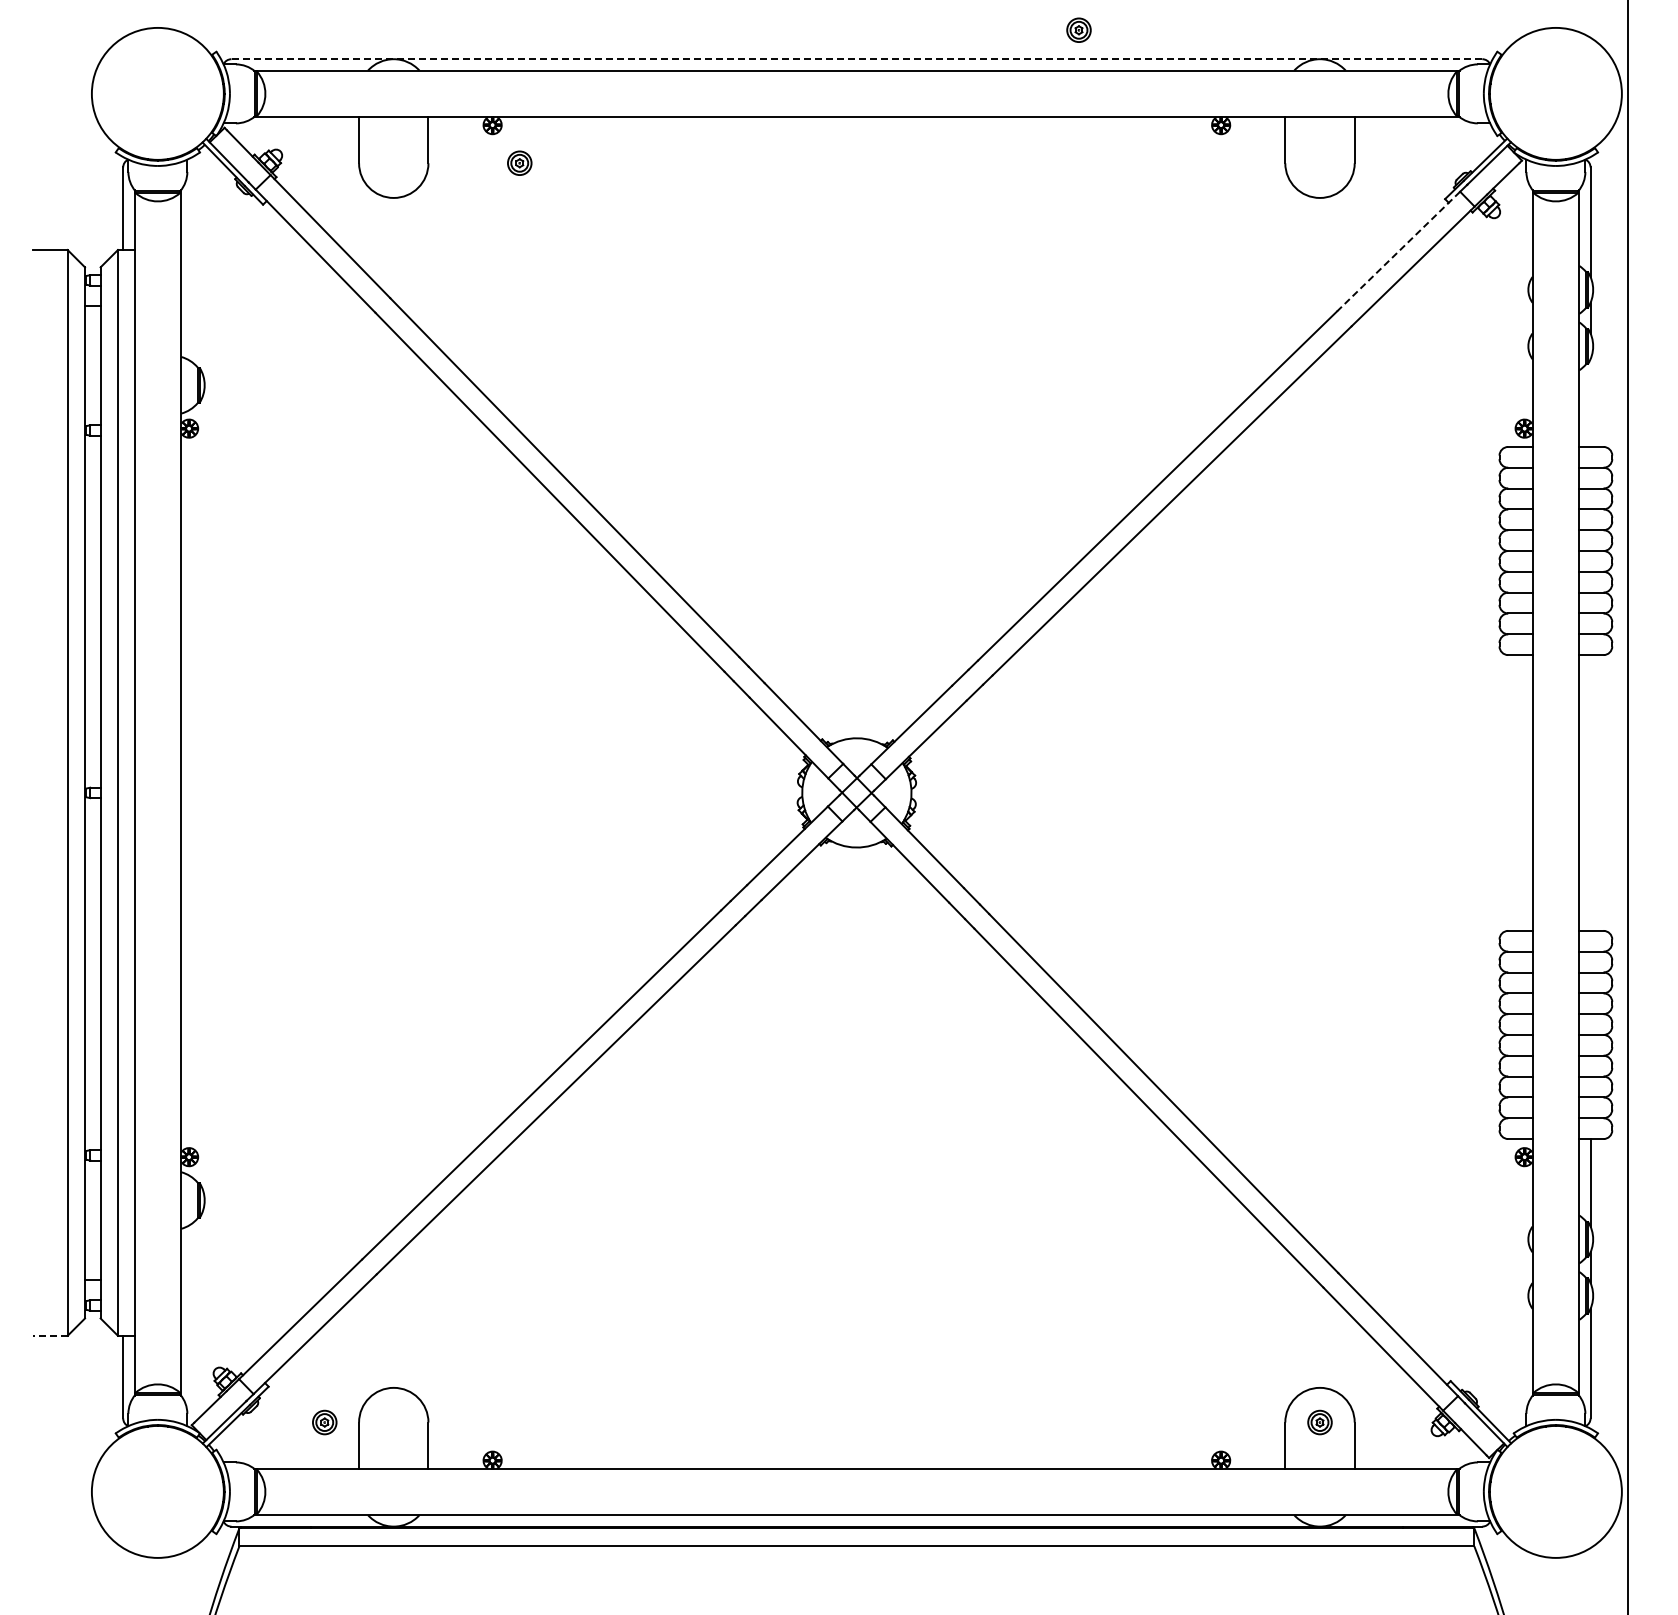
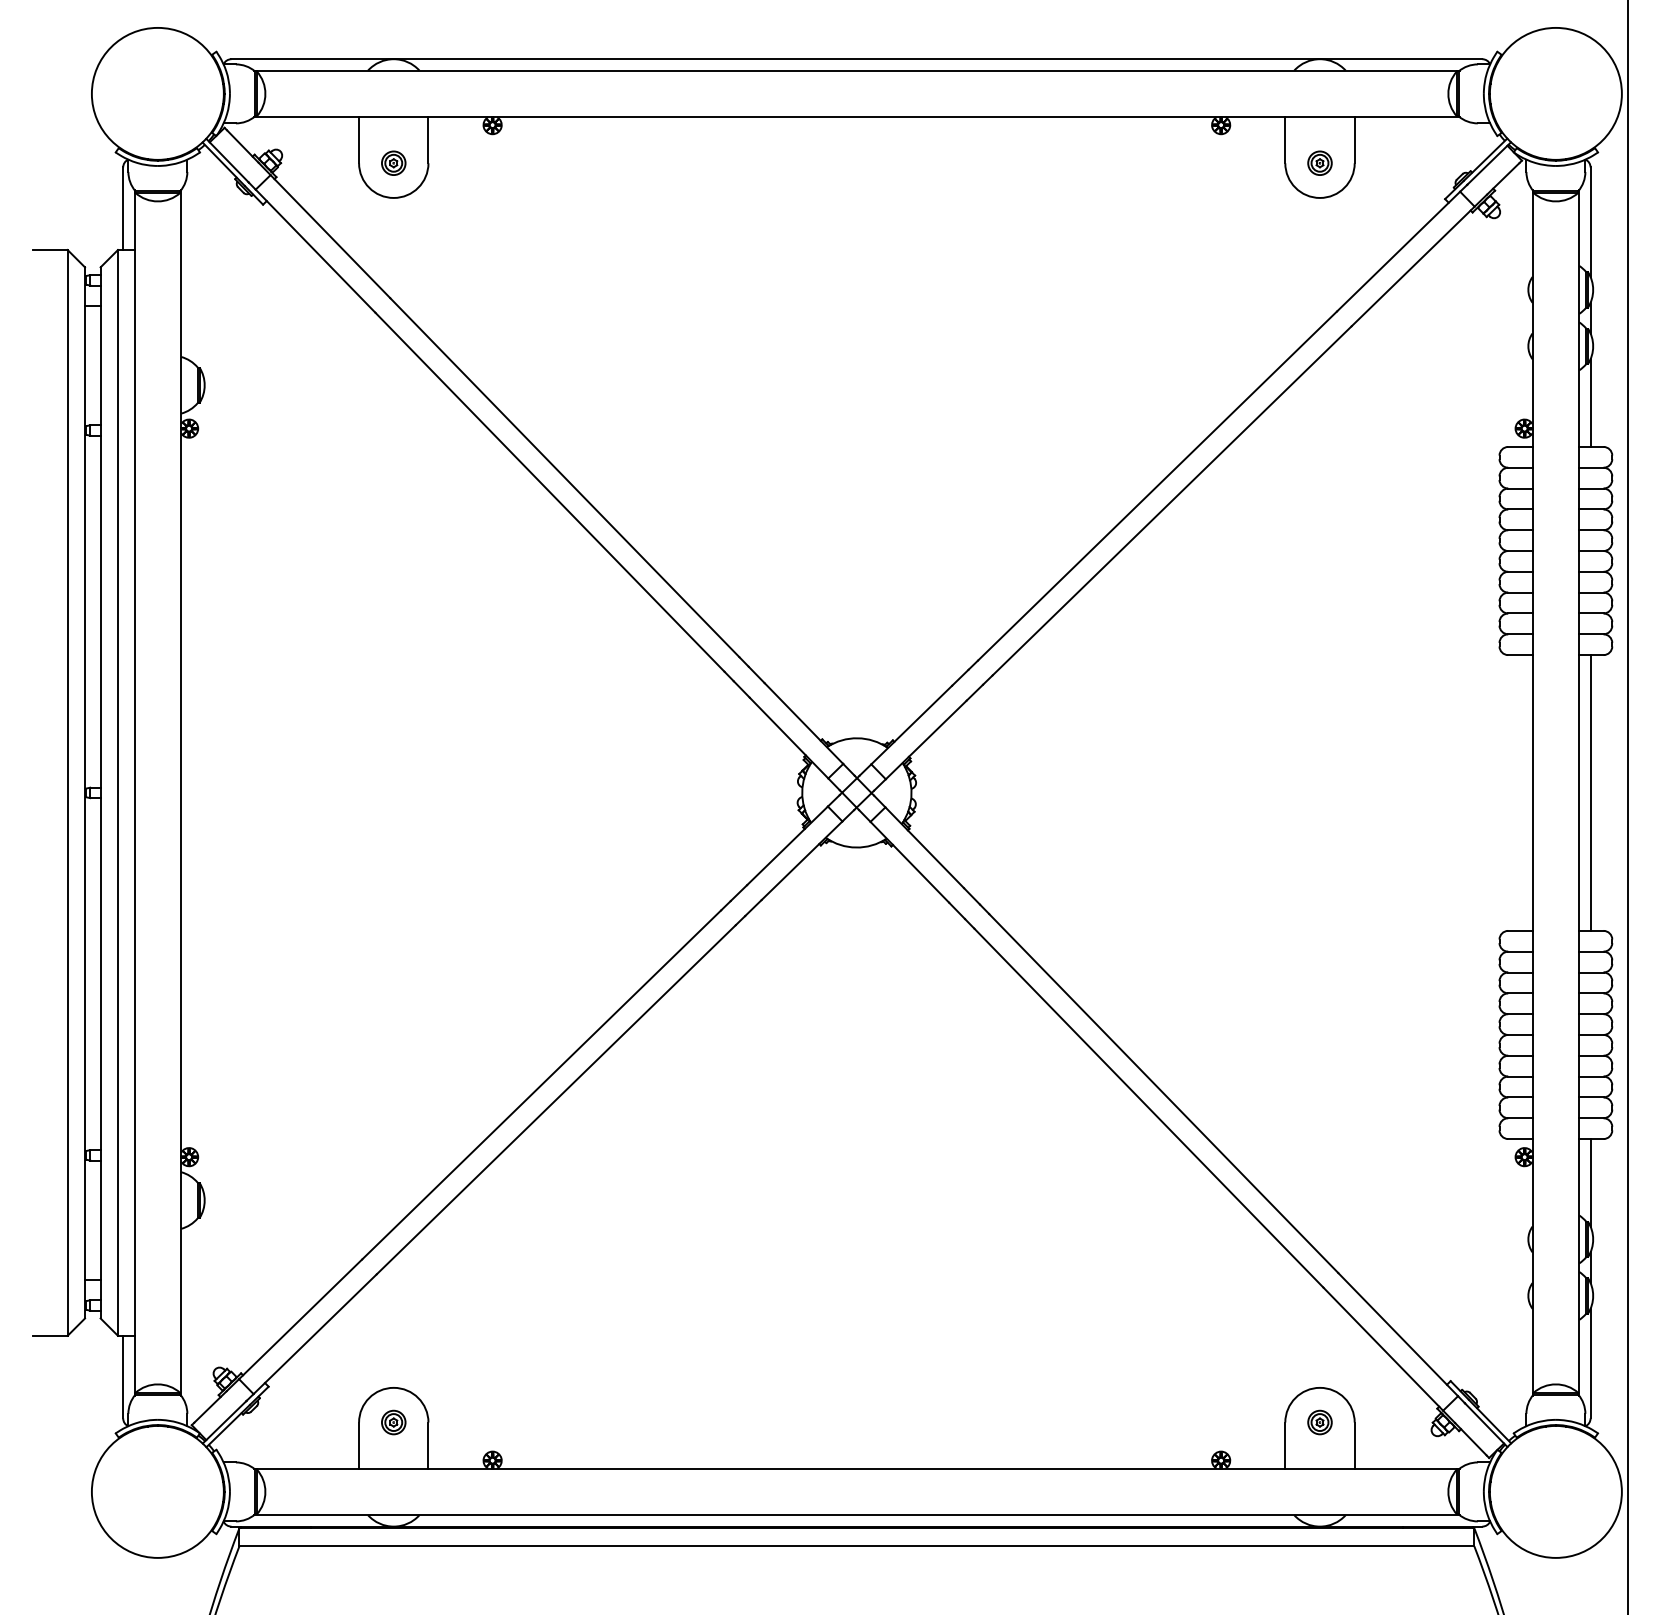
part at (1078, 29) position: (1078, 29) -> (1319, 162)
line at (856, 59): dashed -> solid
part at (519, 162) position: (519, 162) -> (393, 162)
line at (1398, 251): dashed -> solid
line at (1590, 402): none -> present
line at (1590, 792): none -> present
line at (49, 1335): dashed -> solid
part at (324, 1422) position: (324, 1422) -> (393, 1422)
